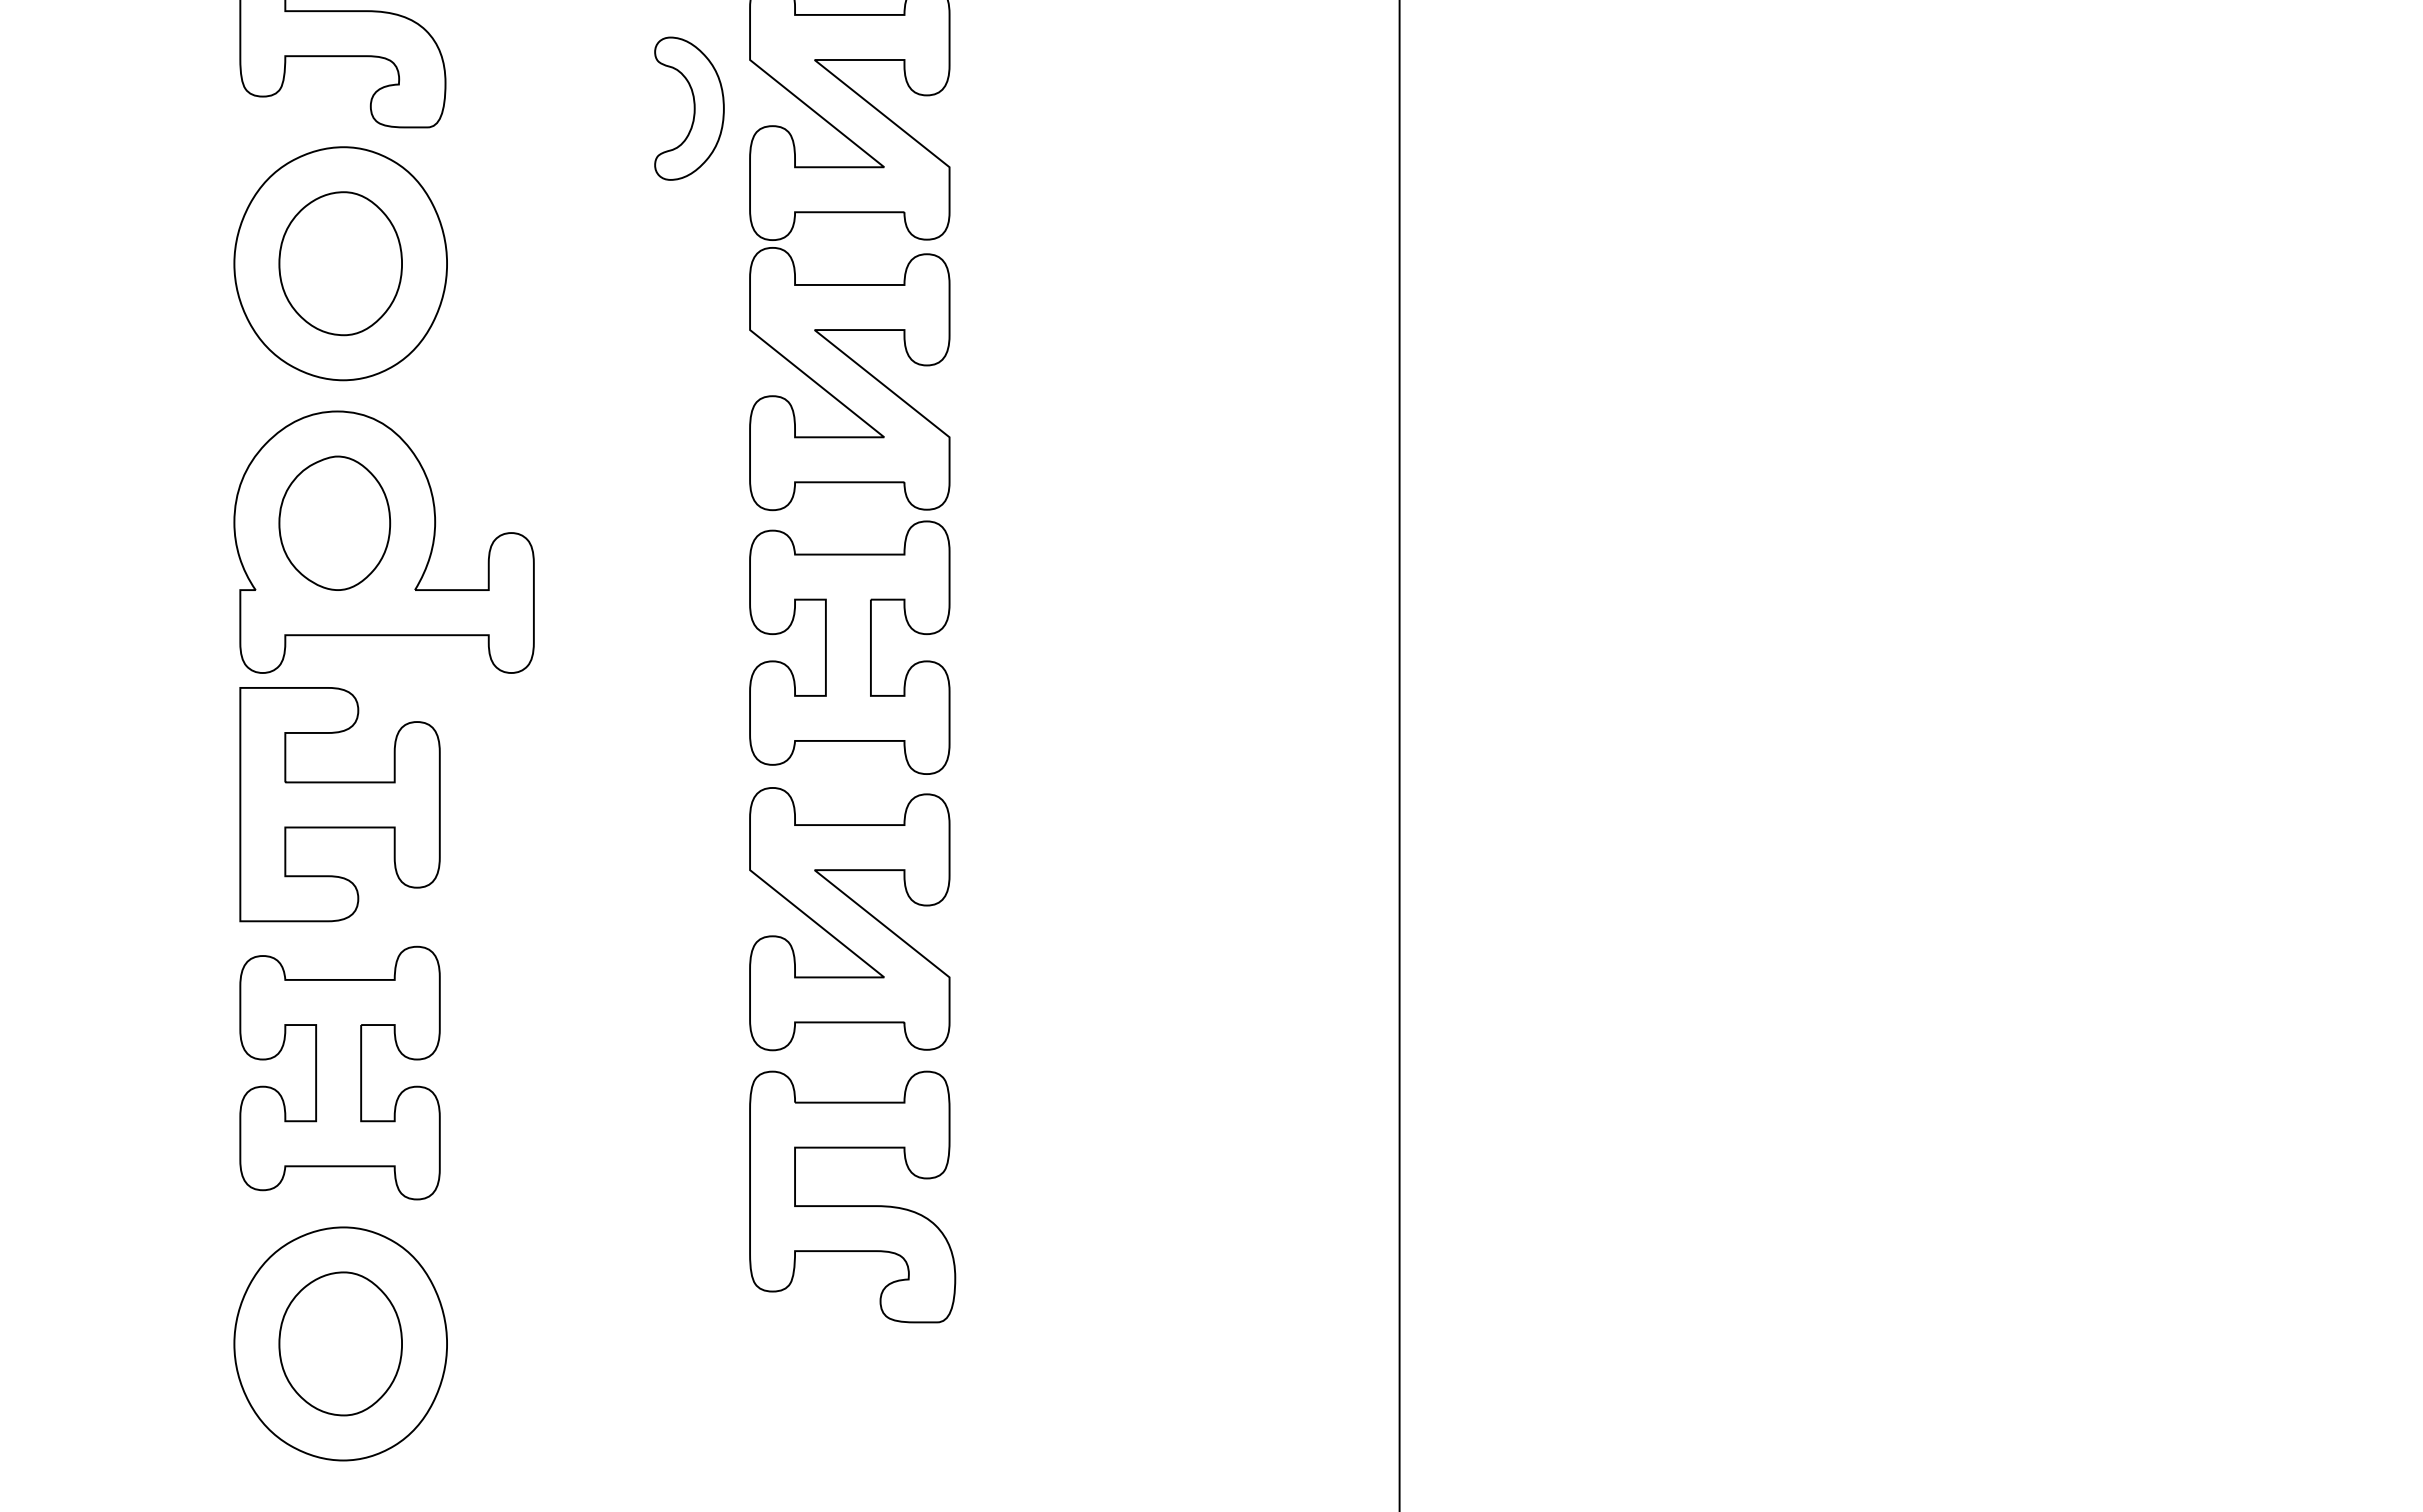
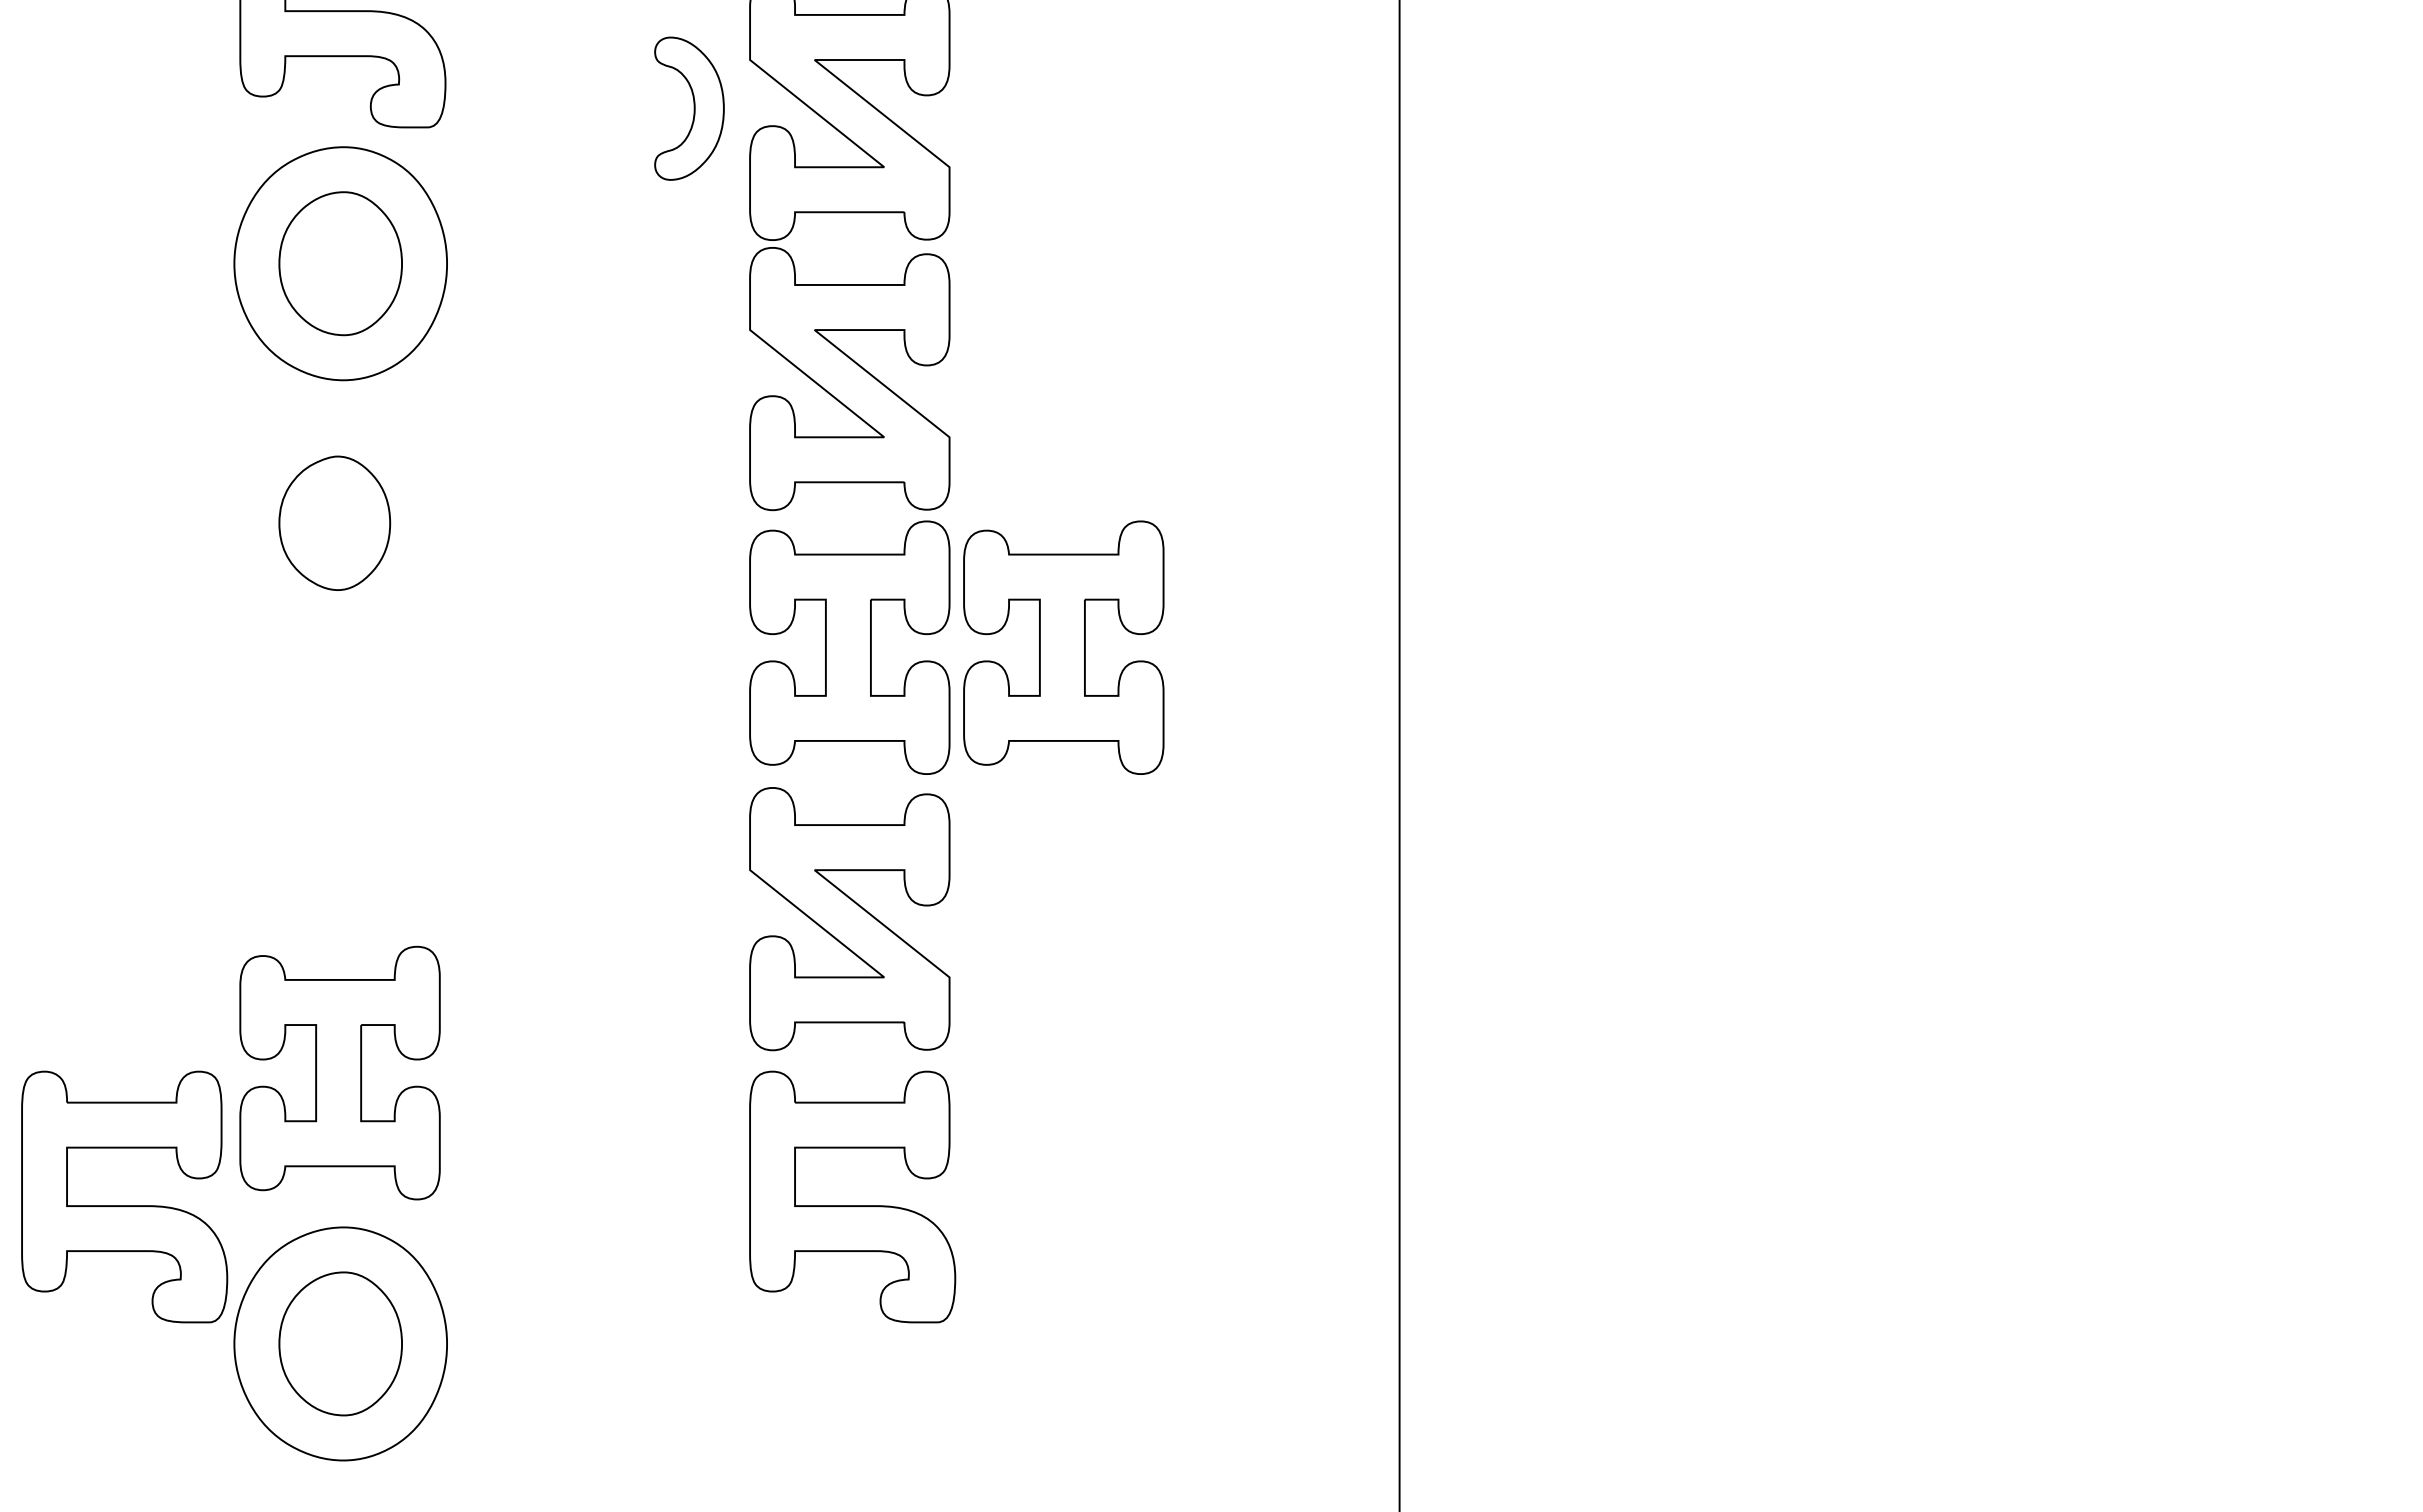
part at (383, 541): present -> none
part at (1063, 647): none -> present
part at (339, 804): present -> none
part at (124, 1205): none -> present
